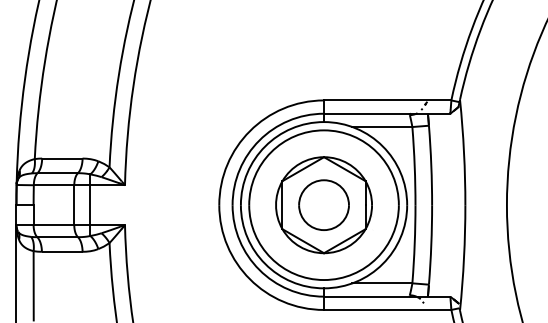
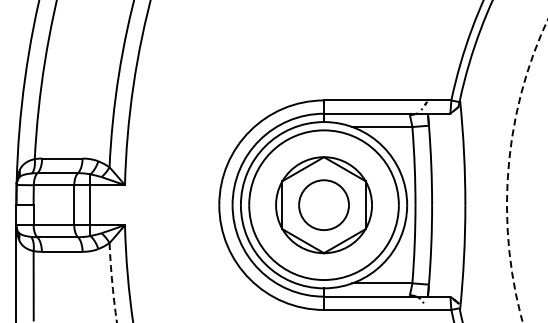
arc at (508, 171): solid -> dashed
arc at (112, 283): solid -> dashed
